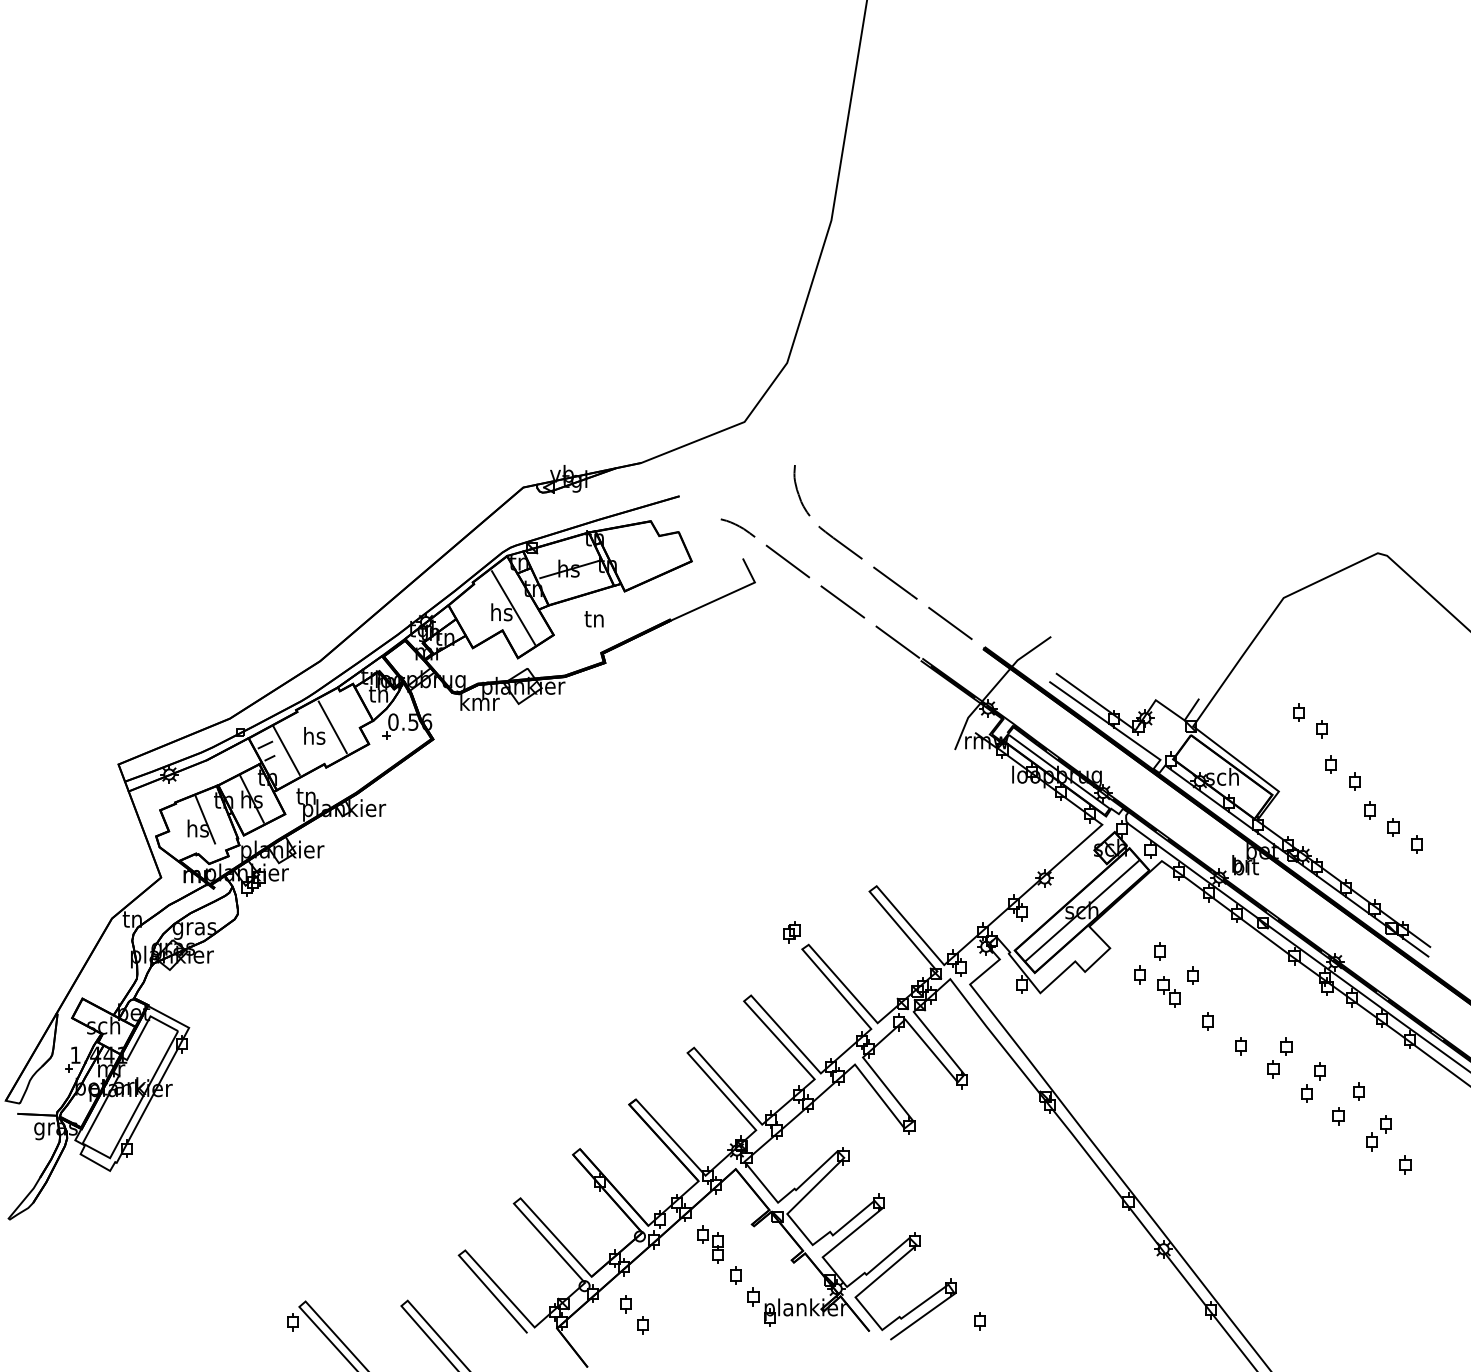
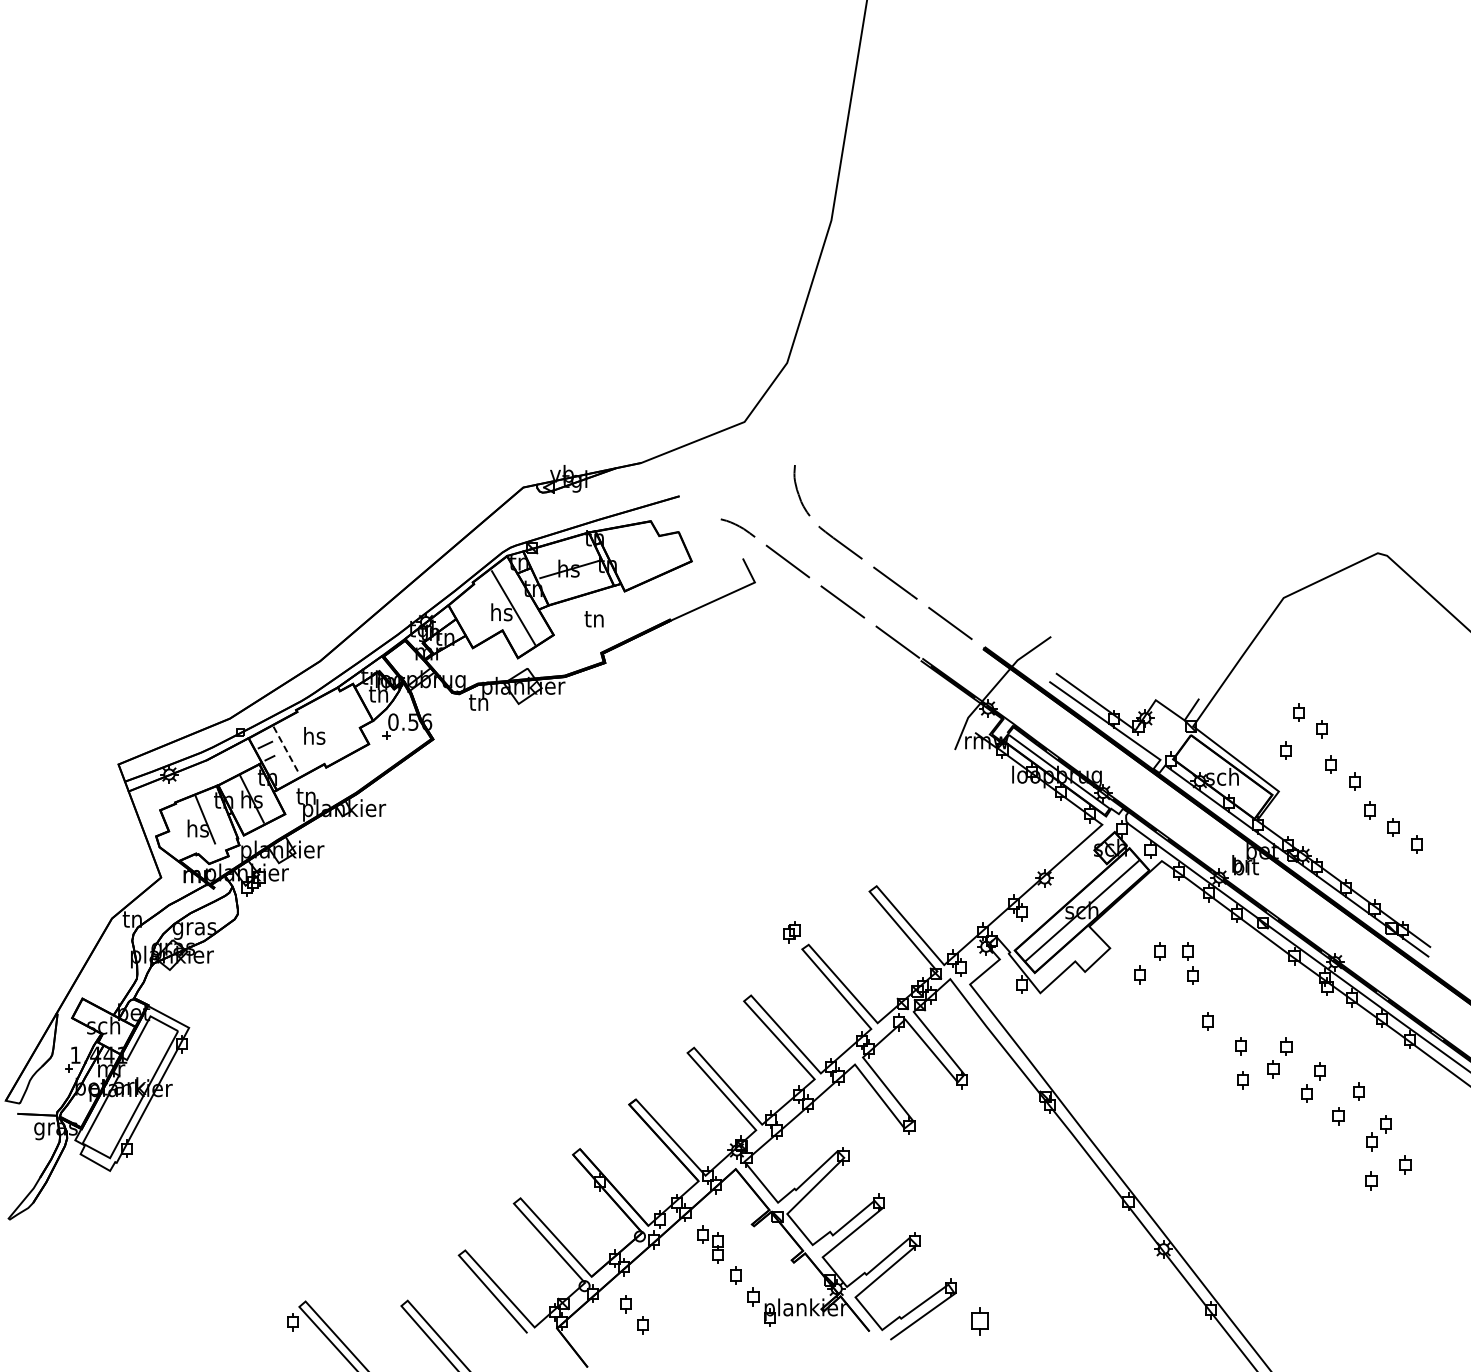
text at (479, 702): kmr -> tn
line at (332, 727): present -> none
part at (1285, 750): none -> present
line at (286, 751): solid -> dashed
part at (1187, 951): none -> present
part at (1168, 991): present -> none
part at (1242, 1080): none -> present
part at (1371, 1180): none -> present
part at (979, 1321) size: 12x19 px -> 18x29 px
